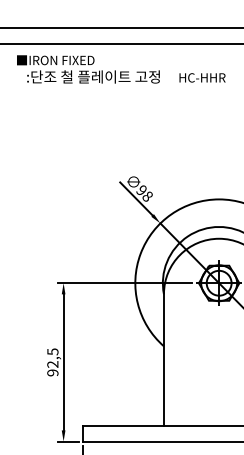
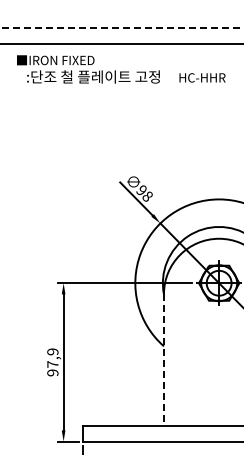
line at (122, 28): solid -> dashed
text at (52, 357): 92,5 -> 97,9
line at (163, 360): solid -> dashed
